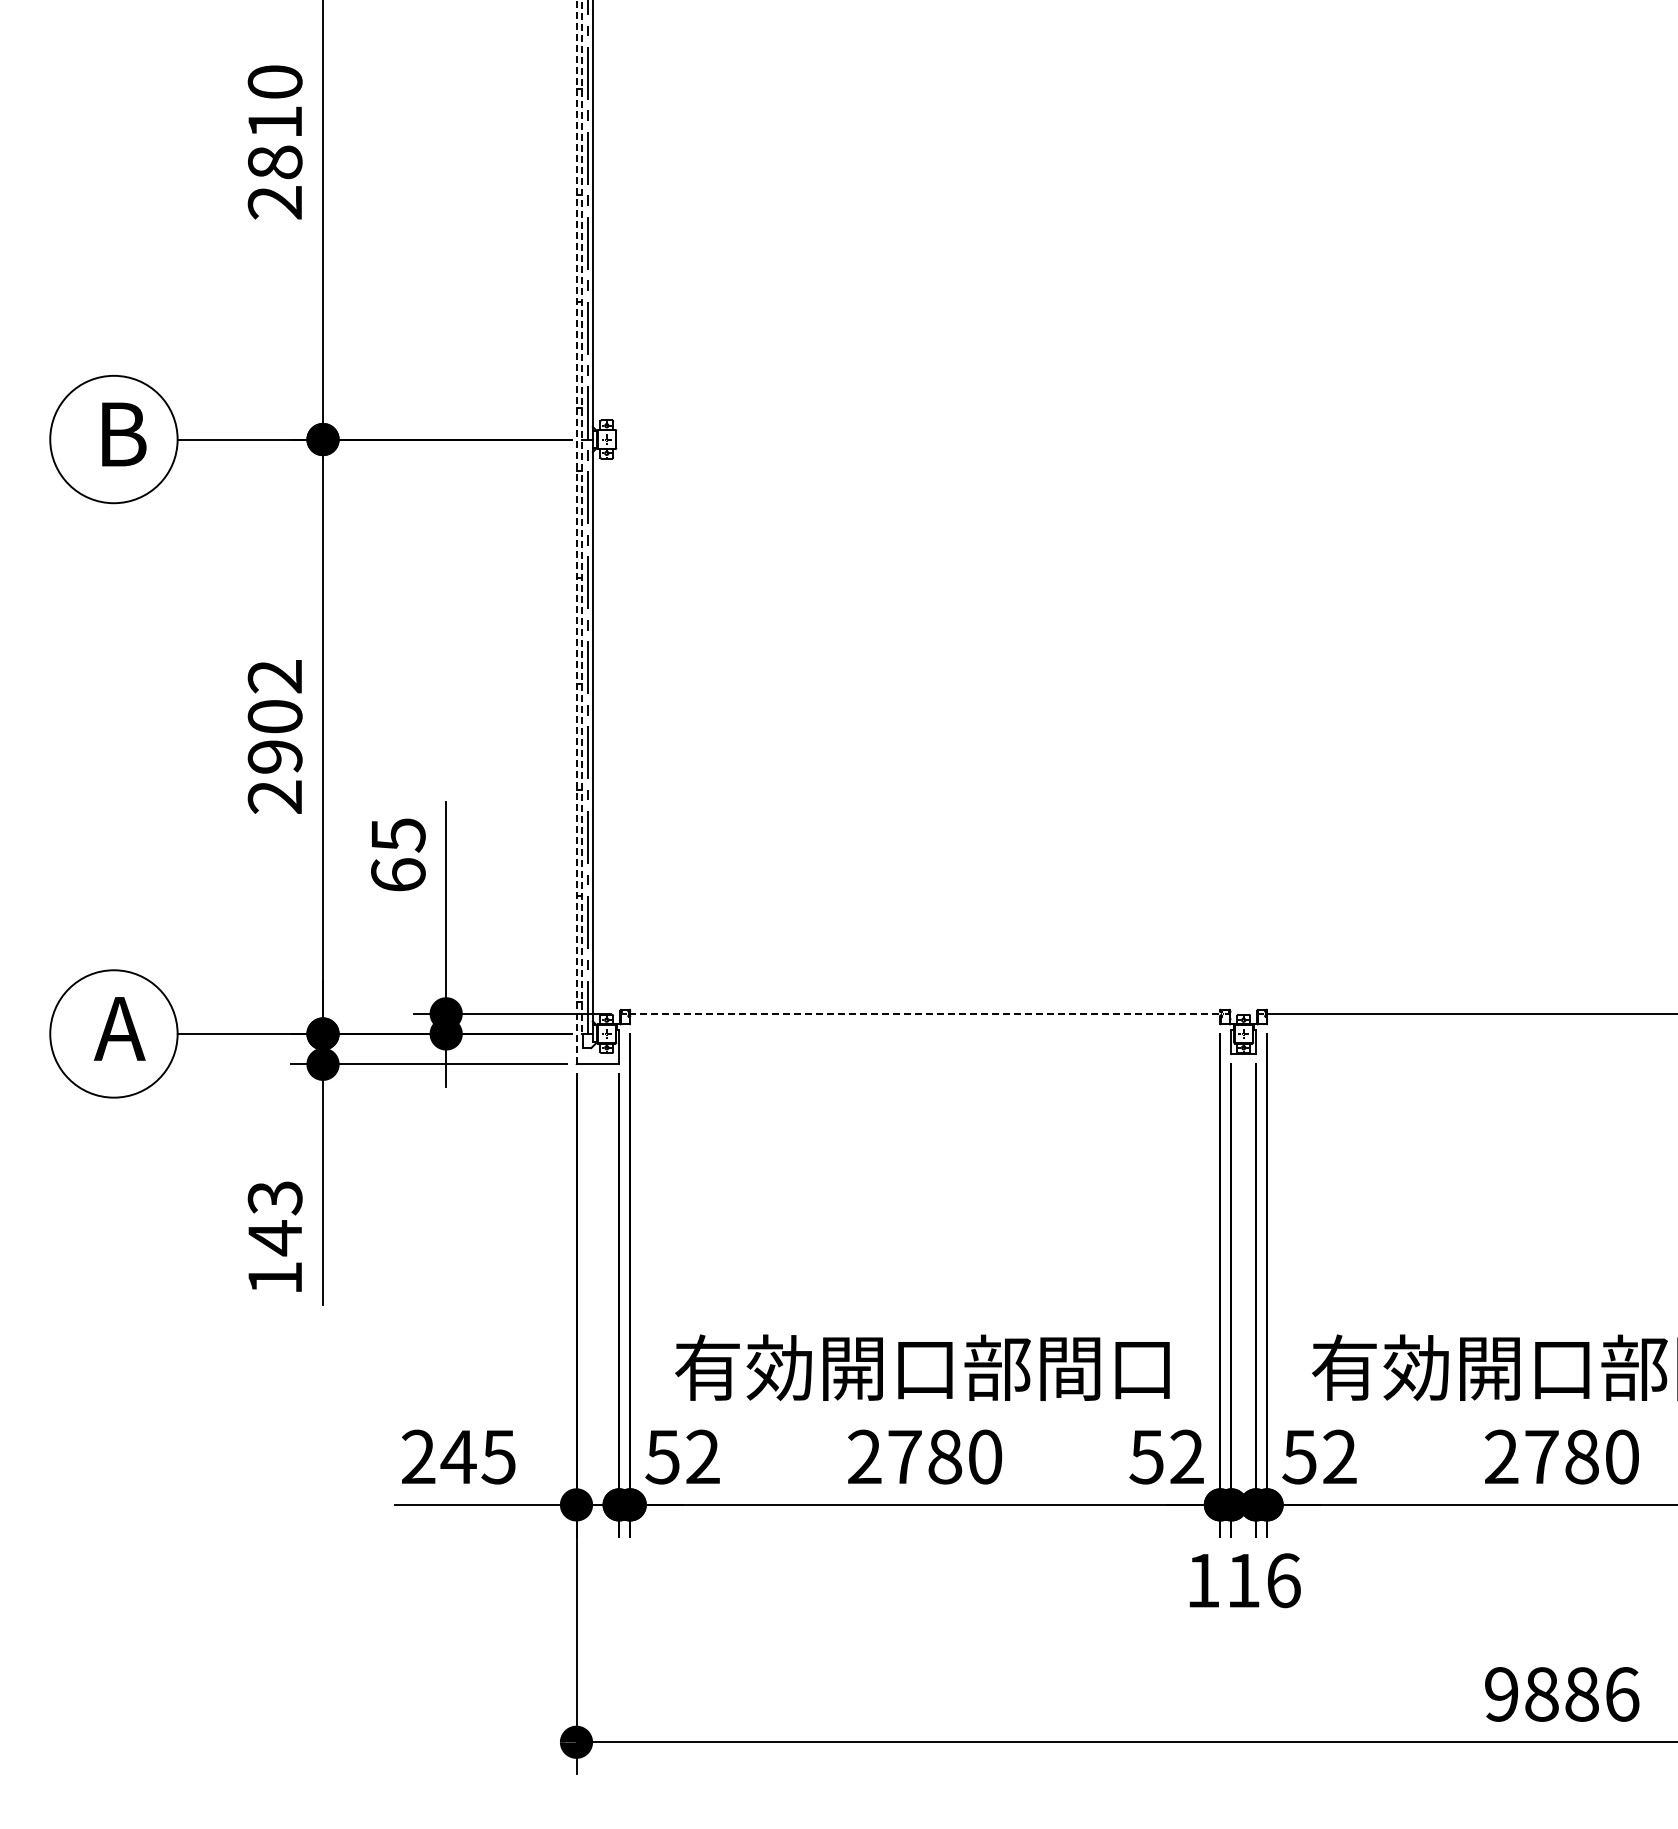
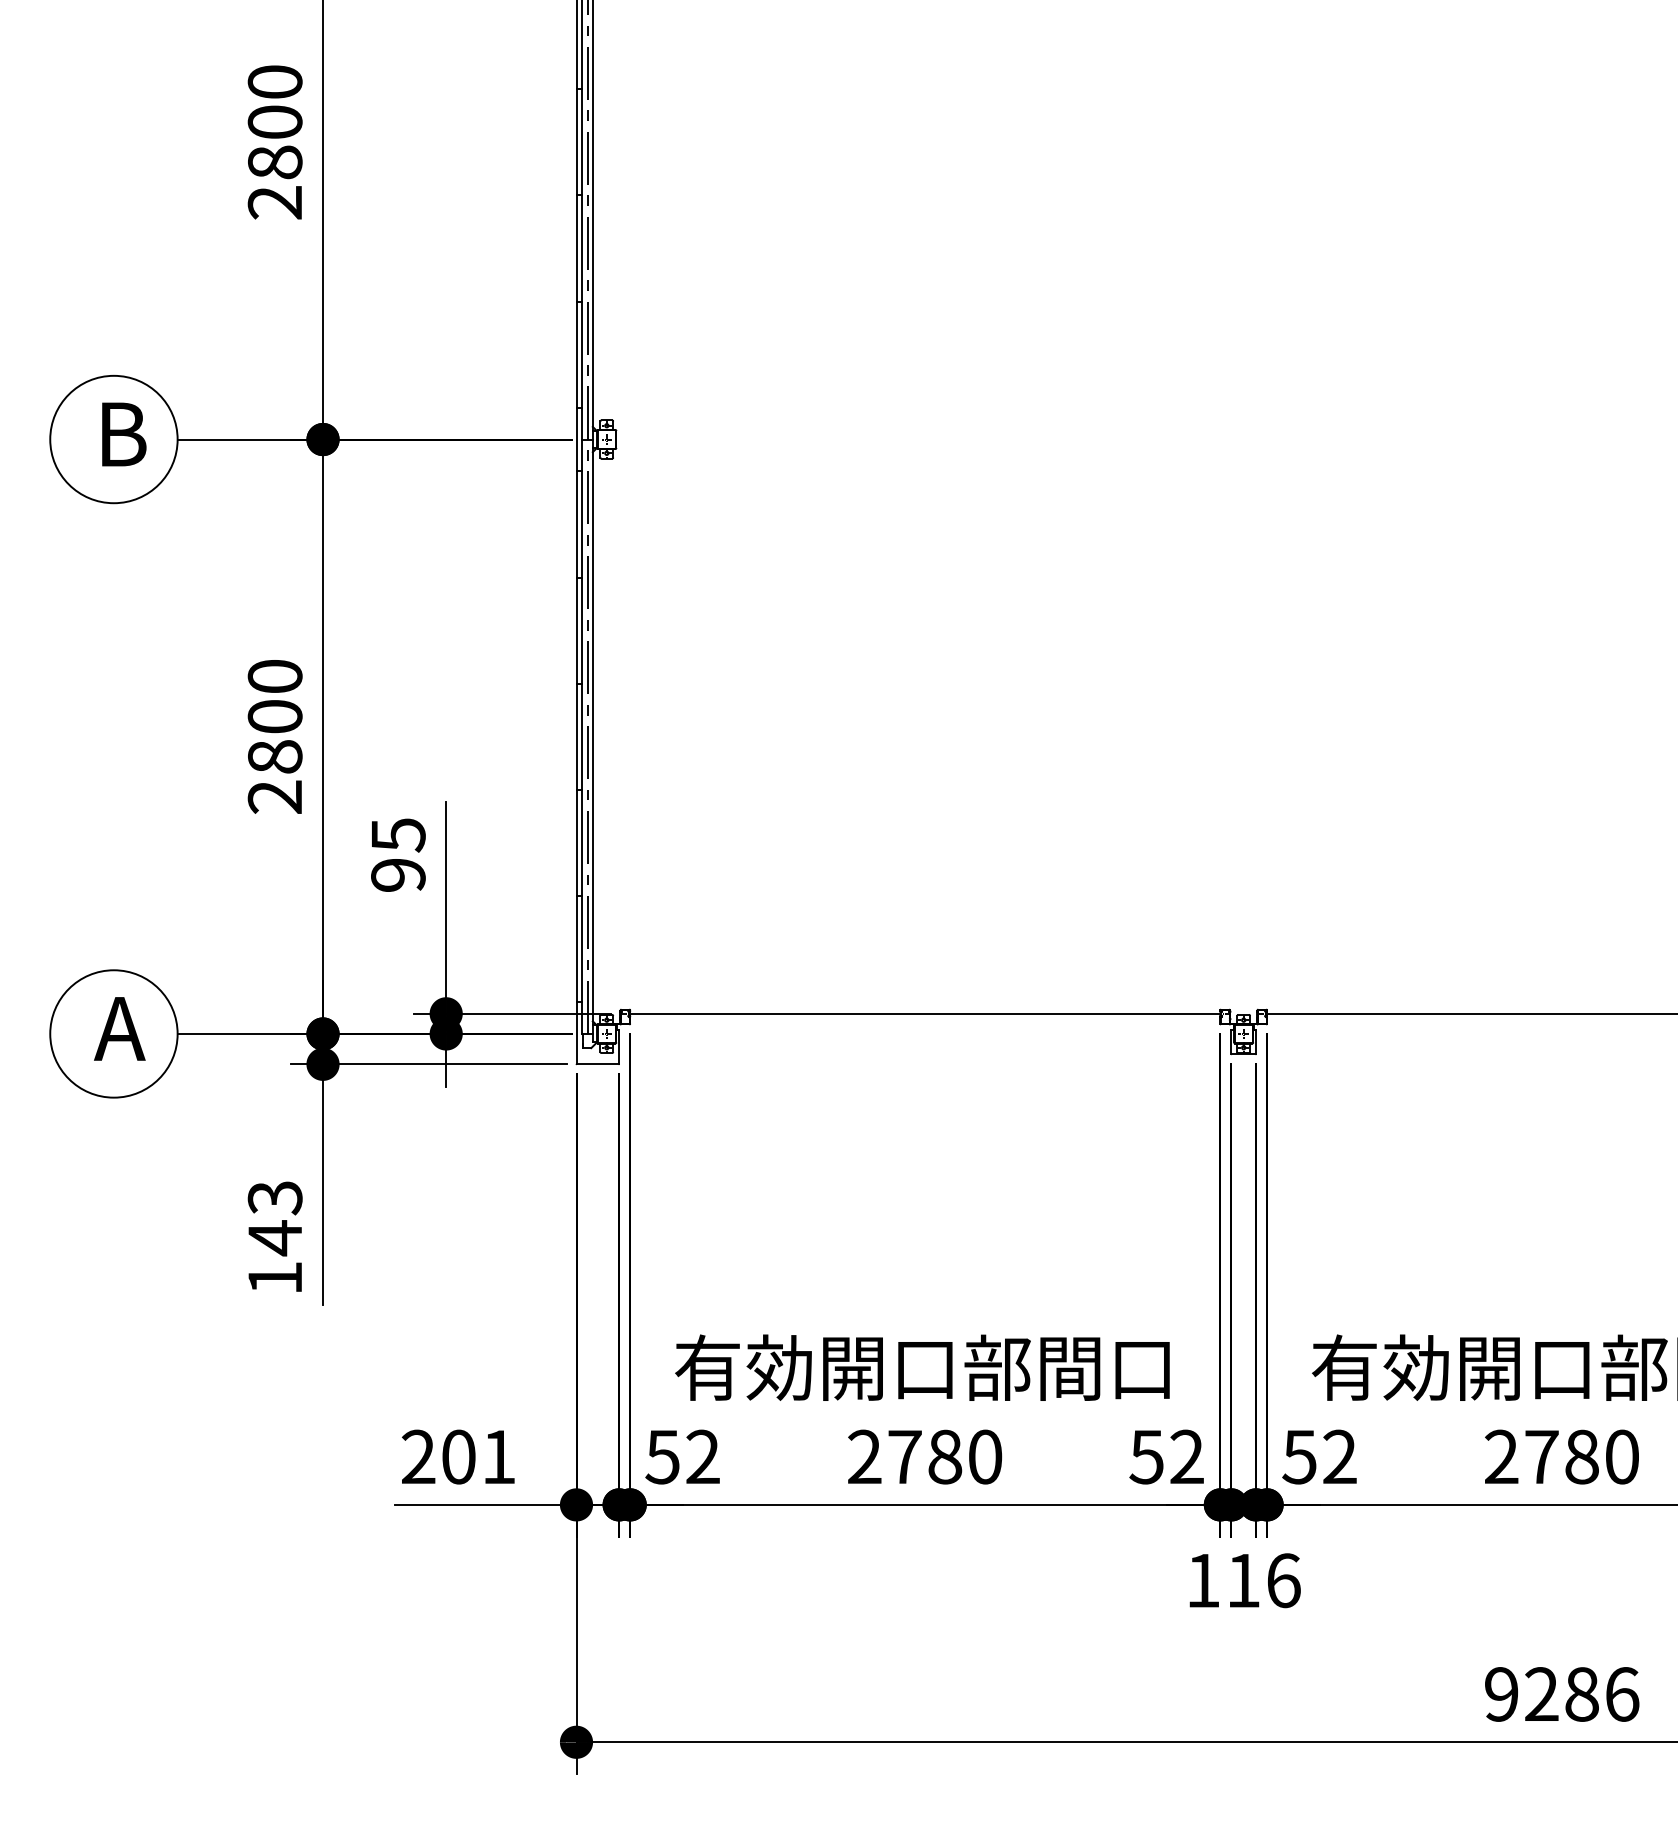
text at (274, 121): 2810 -> 2800
line at (582, 517): dashed -> solid
line at (576, 531): dashed -> solid
text at (274, 716): 2902 -> 2800
text at (398, 874): 65 -> 95
line at (925, 1013): dashed -> solid
text at (477, 1456): 245 -> 201
text at (1541, 1694): 9886 -> 9286
